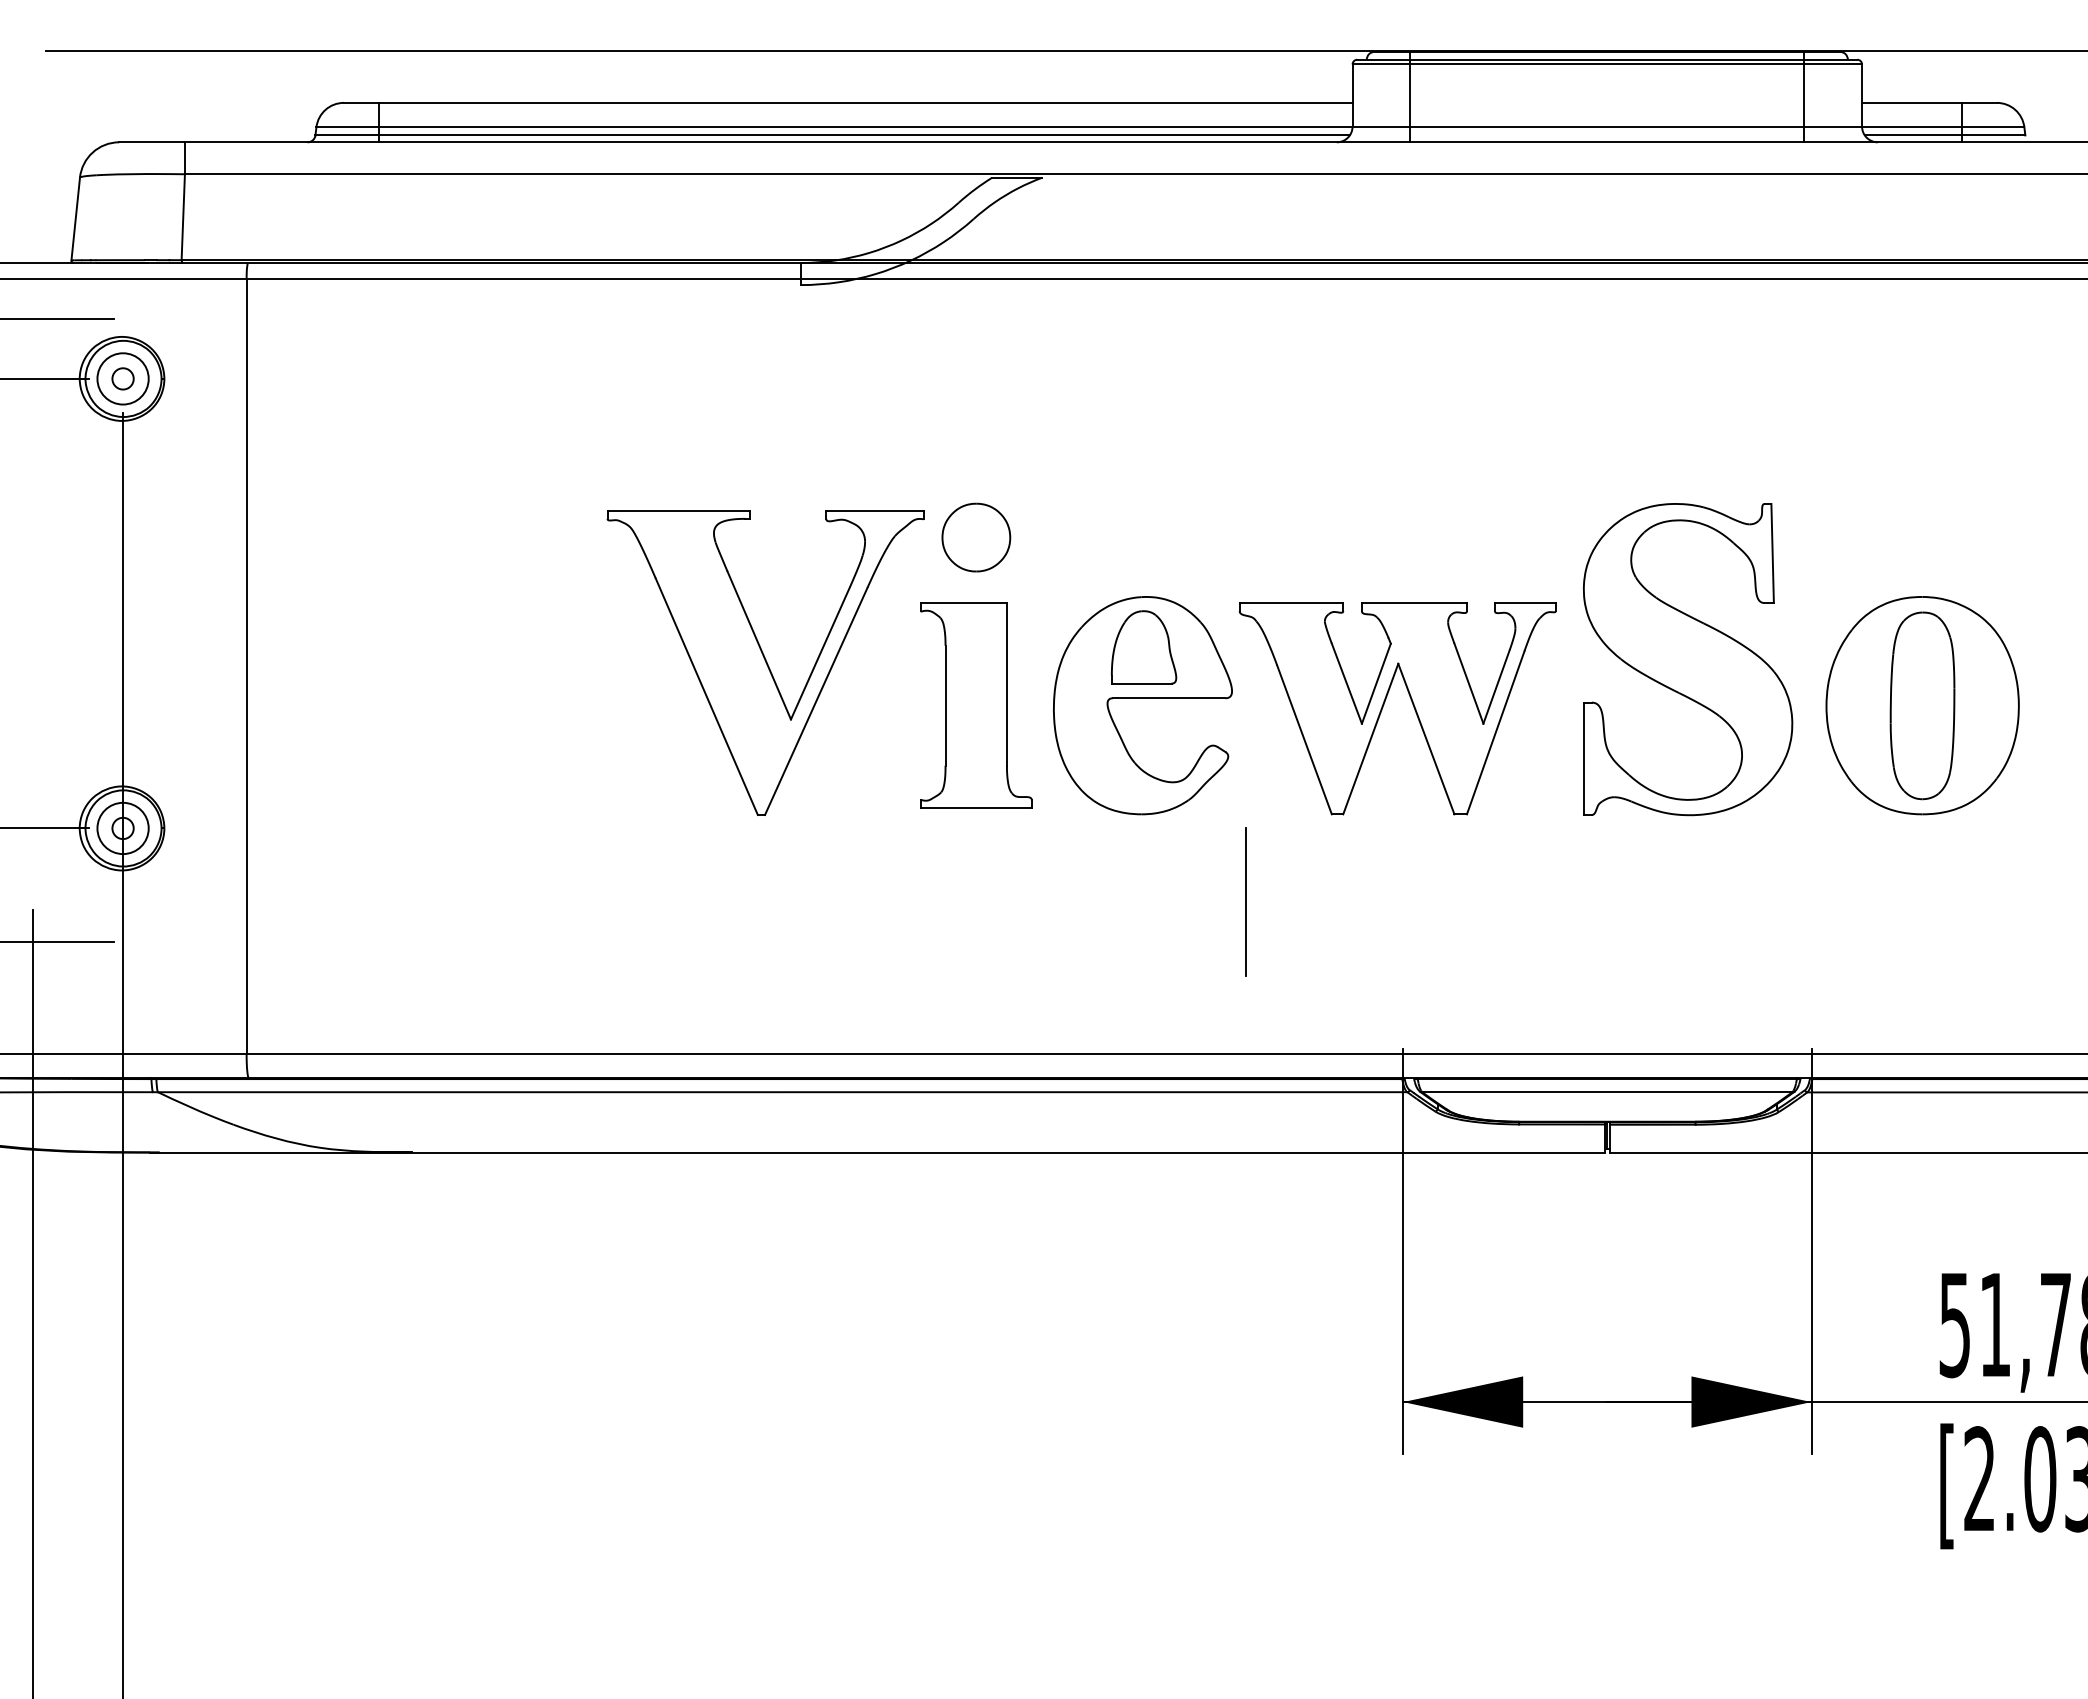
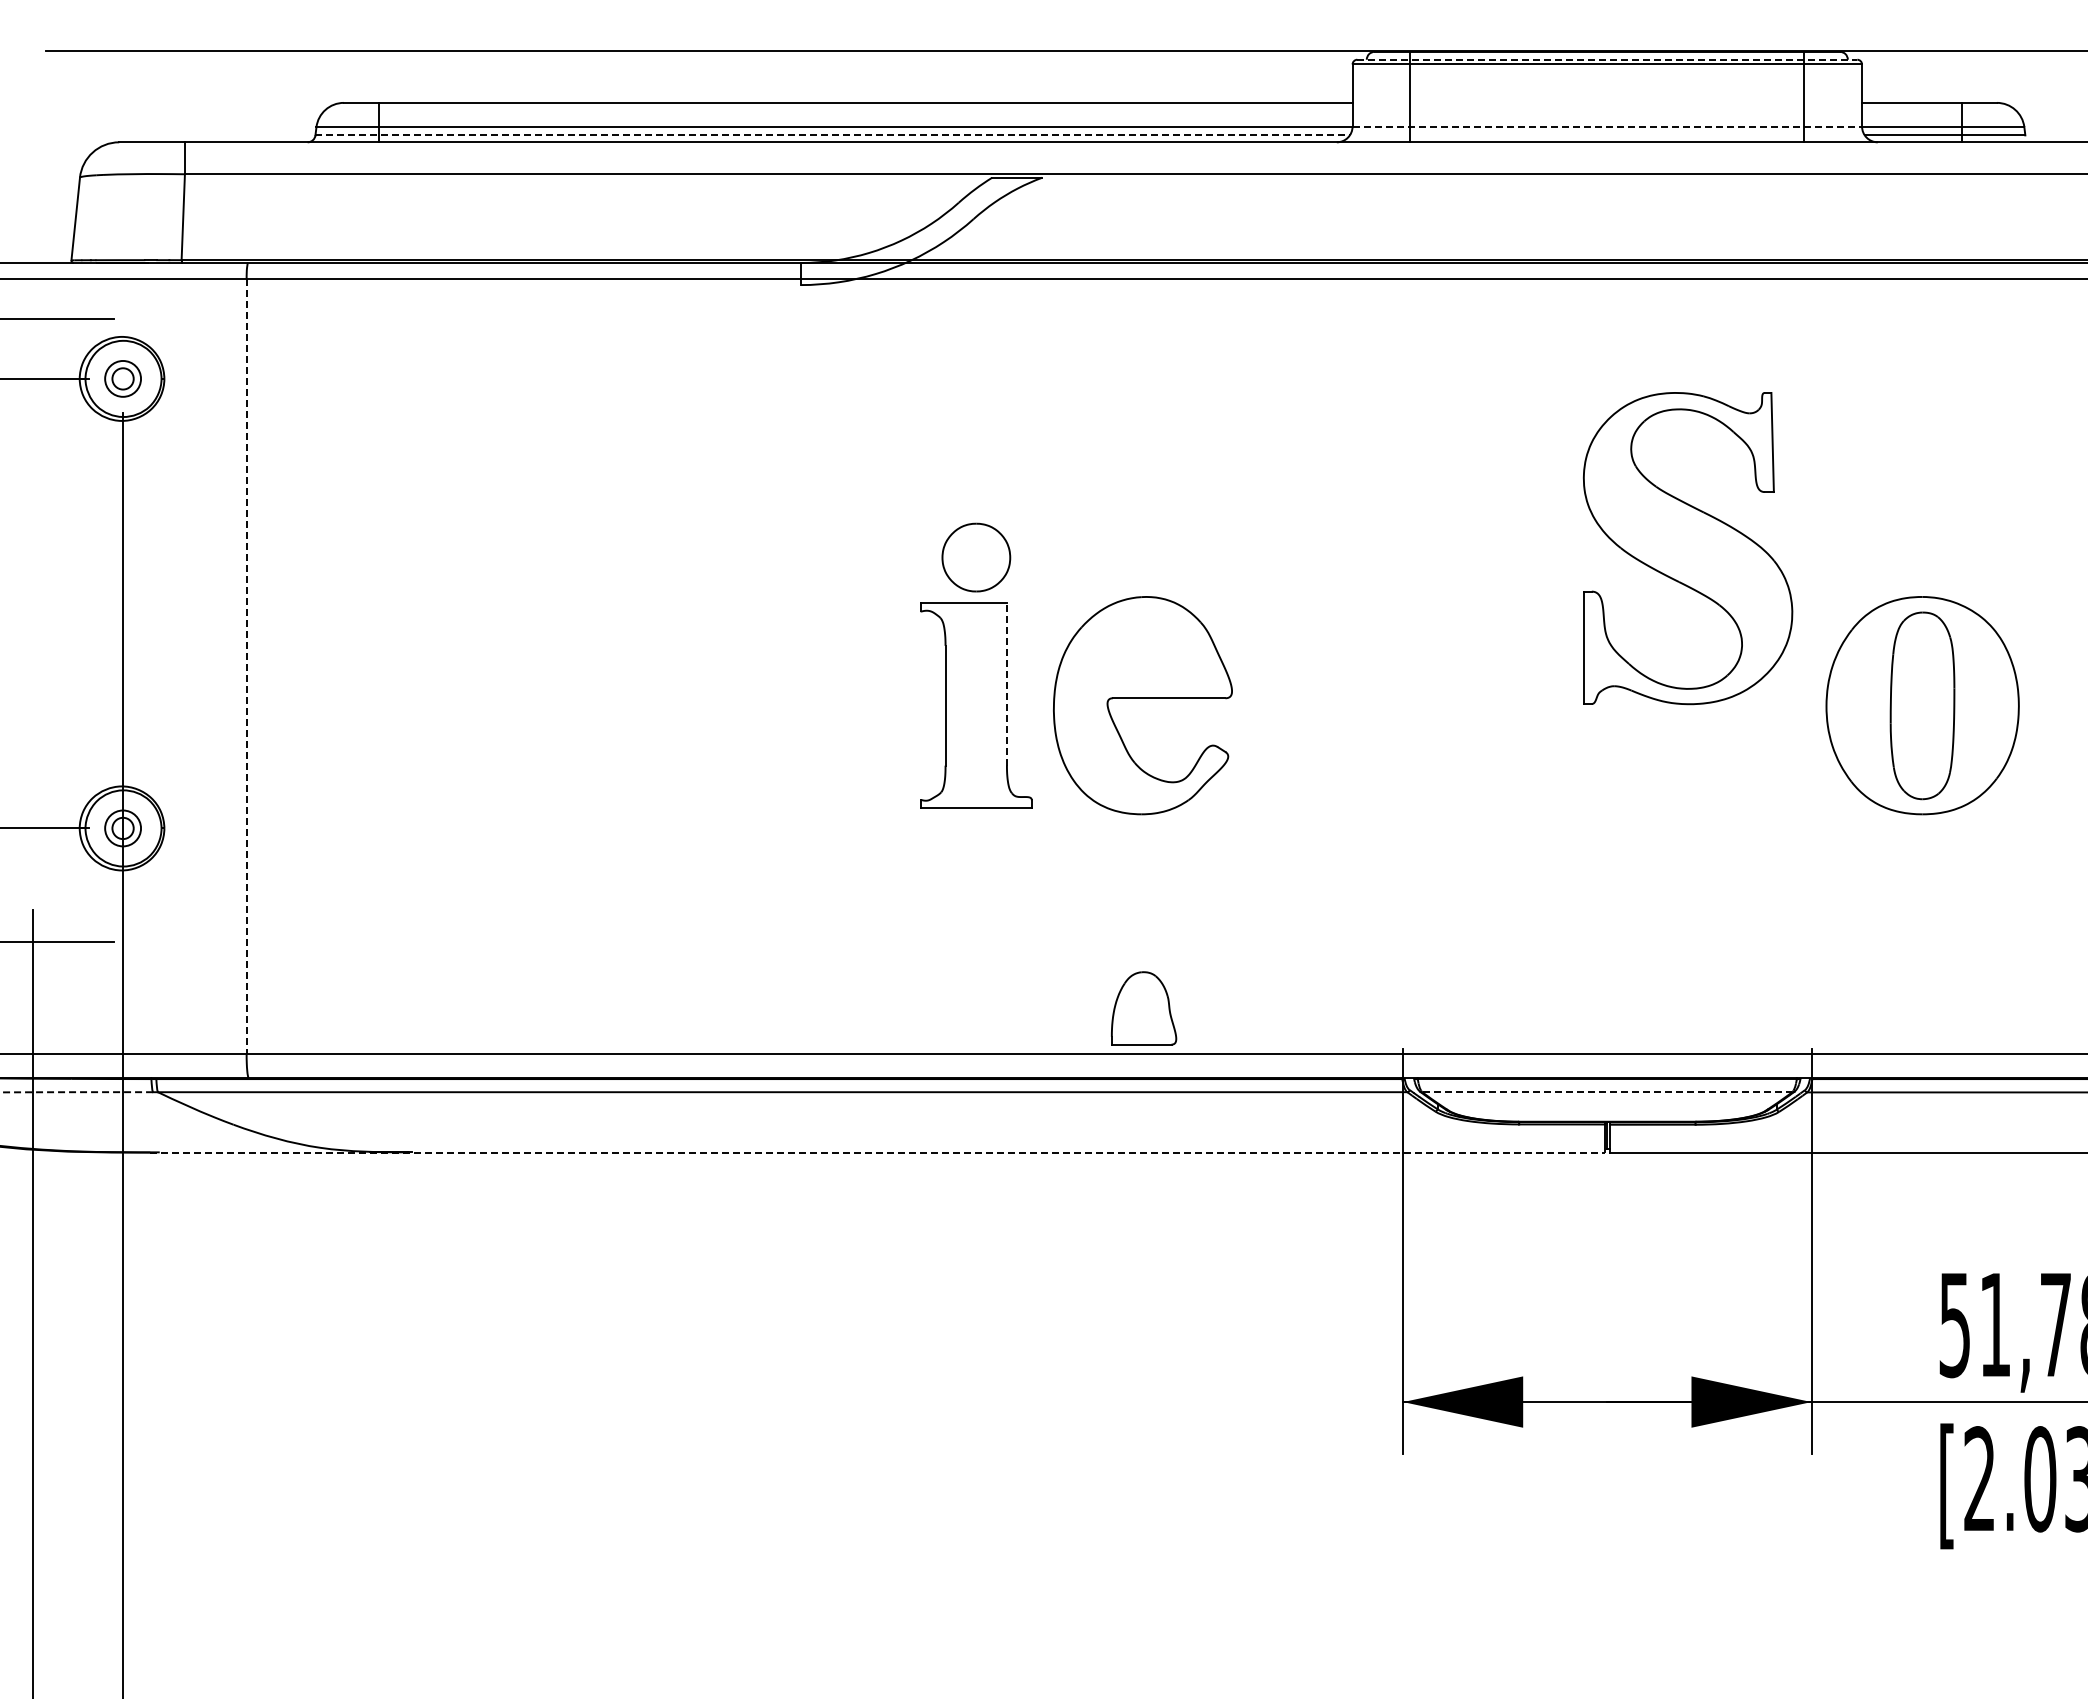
line at (1607, 59): solid -> dashed
line at (1607, 126): solid -> dashed
line at (833, 135): solid -> dashed
circle at (122, 378) diameter: 51 px -> 36 px
part at (976, 537) position: (976, 537) -> (976, 557)
part at (1144, 647) position: (1144, 647) -> (1144, 1008)
part at (1688, 659) position: (1688, 659) -> (1688, 548)
part at (765, 662): present -> none
line at (246, 666): solid -> dashed
line at (1006, 683): solid -> dashed
part at (1385, 702): present -> none
circle at (122, 828) diameter: 51 px -> 36 px
line at (1246, 902): present -> none
arc at (75, 1092): solid -> dashed
line at (1607, 1092): solid -> dashed
line at (877, 1152): solid -> dashed
